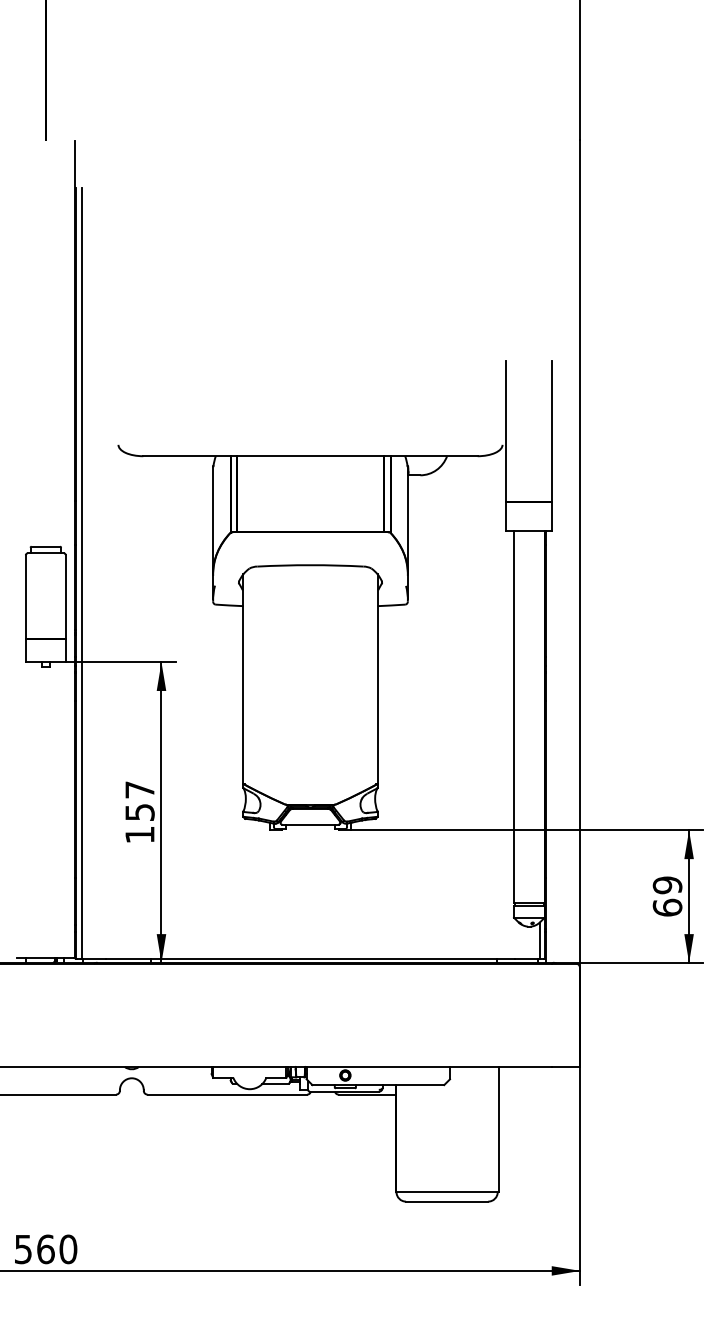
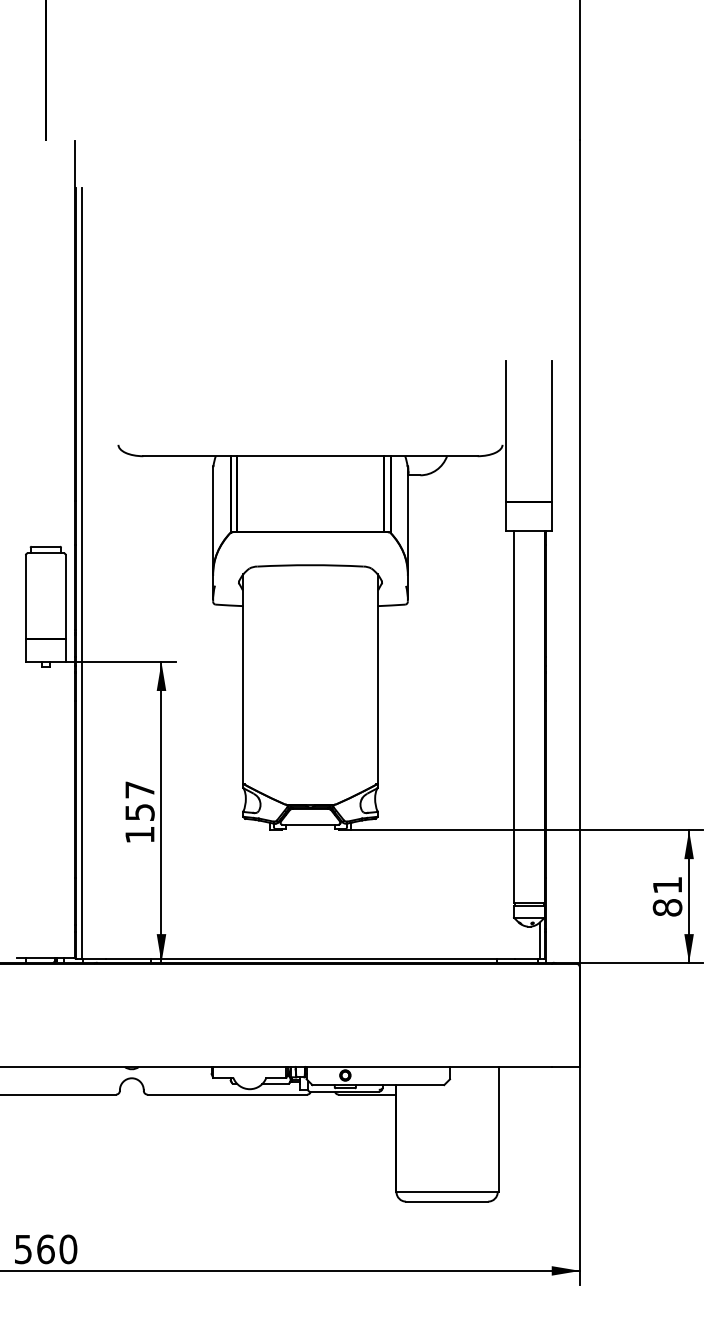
text at (667, 896): 69 -> 81
